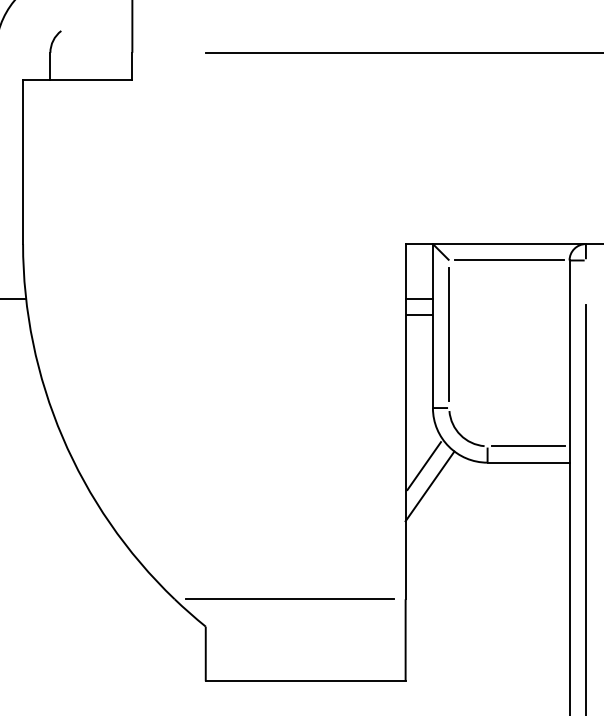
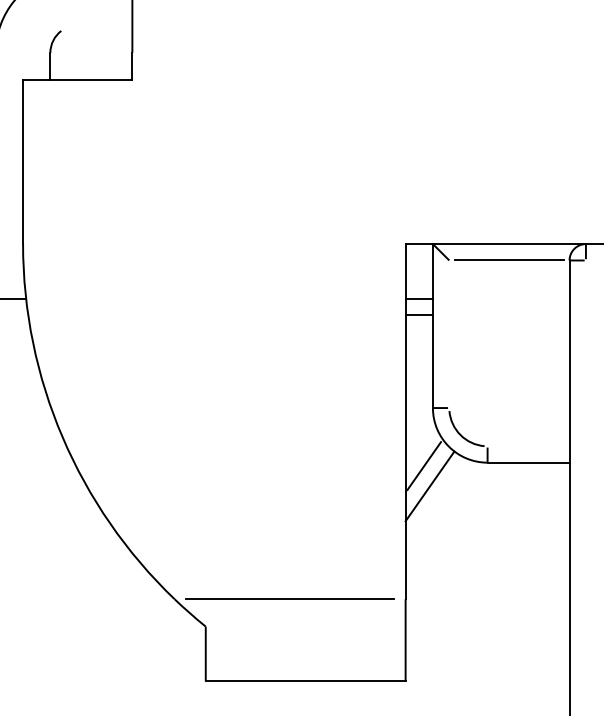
line at (403, 52): present -> none
line at (449, 333): present -> none
line at (528, 446): present -> none
line at (585, 508): present -> none
